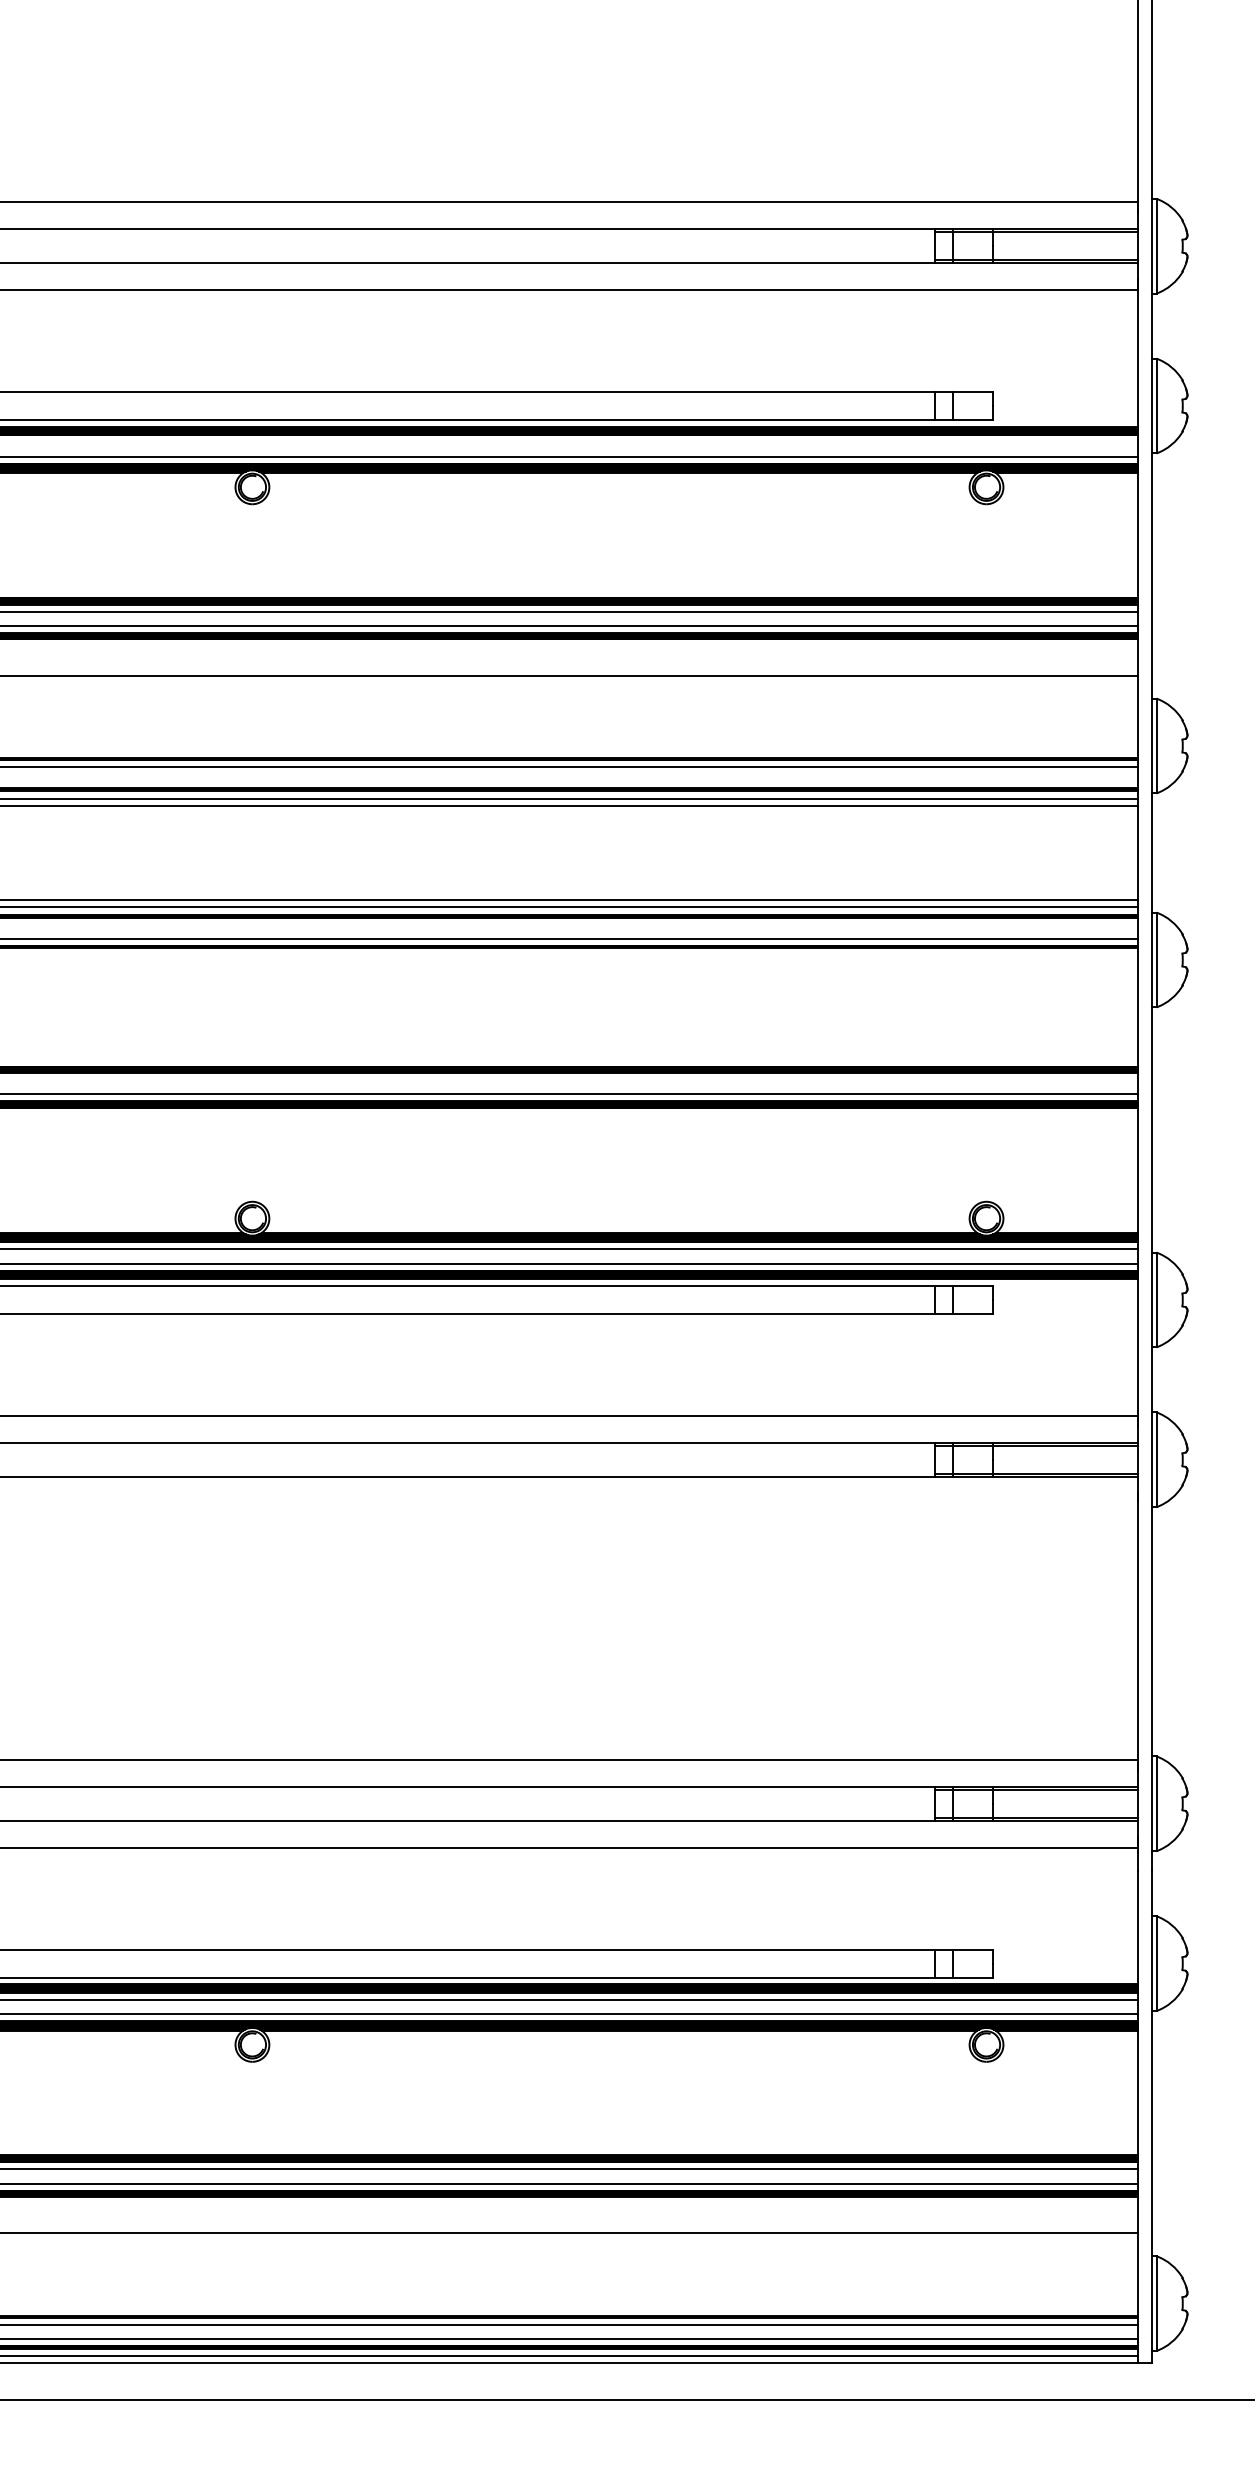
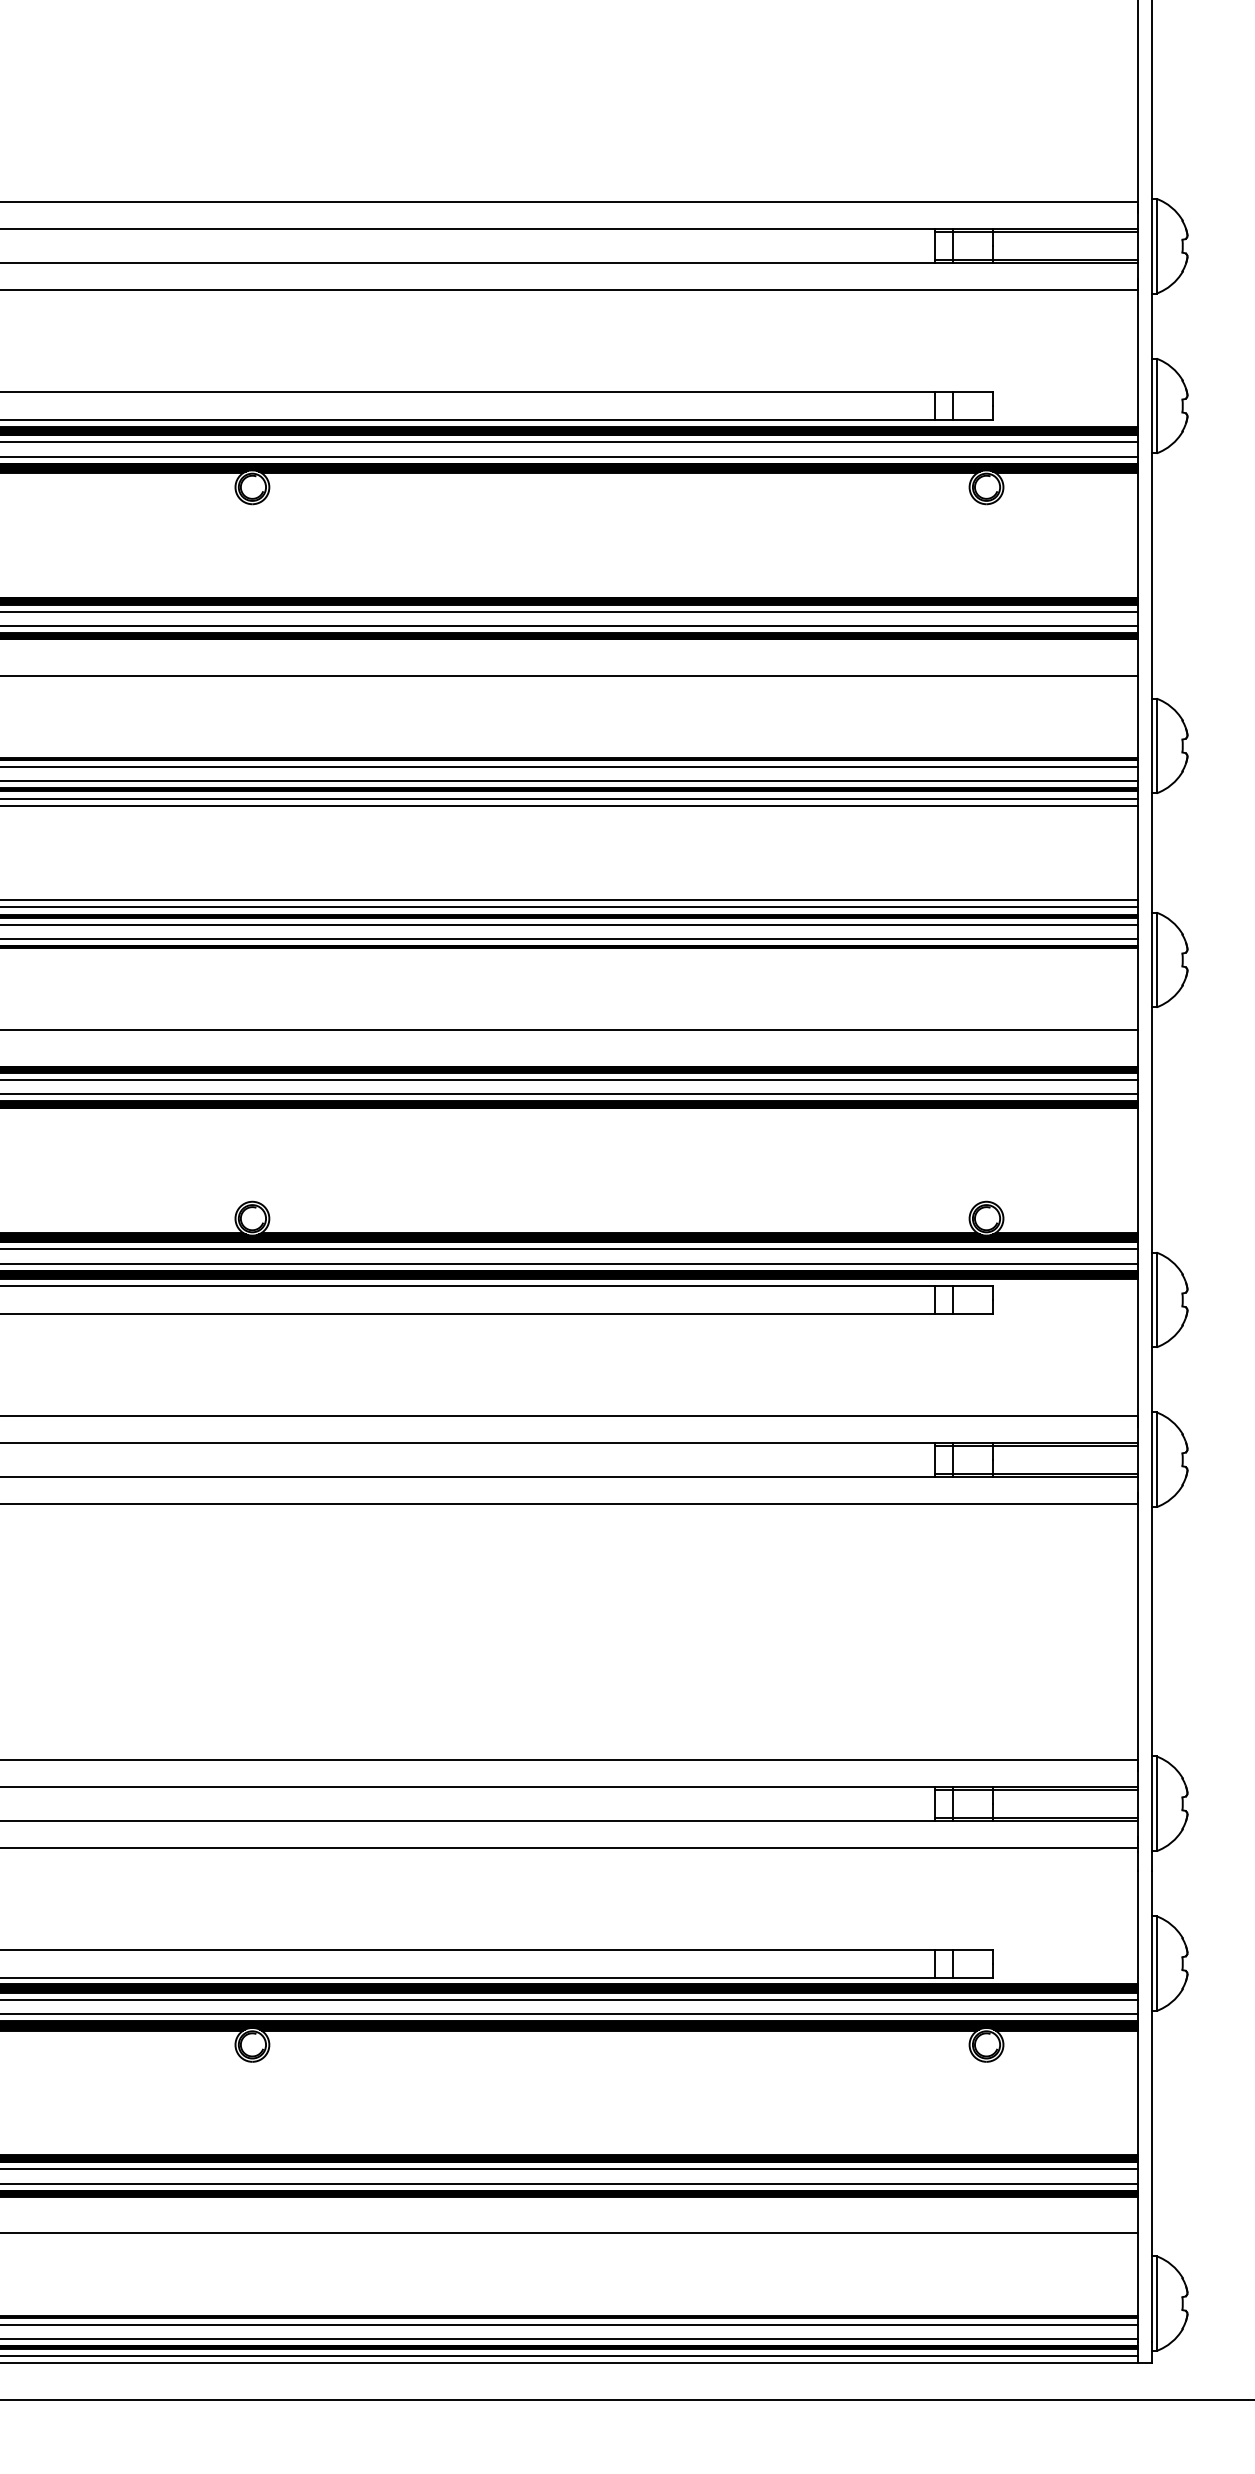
line at (570, 442): none -> present
line at (570, 781): none -> present
line at (570, 924): none -> present
line at (570, 1030): none -> present
line at (570, 1080): none -> present
line at (570, 1503): none -> present
